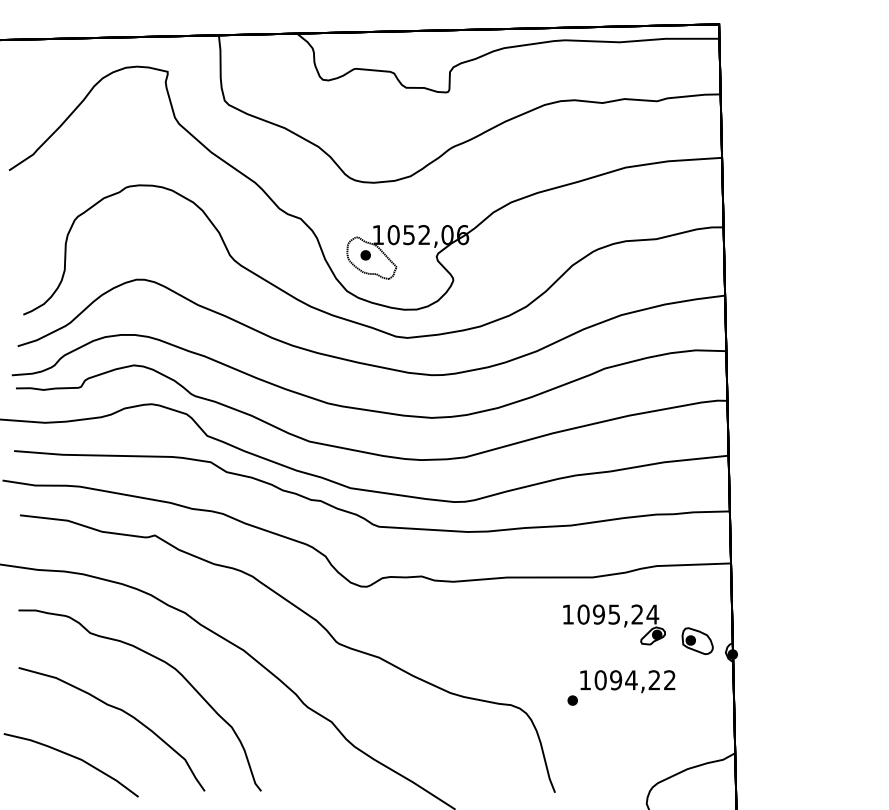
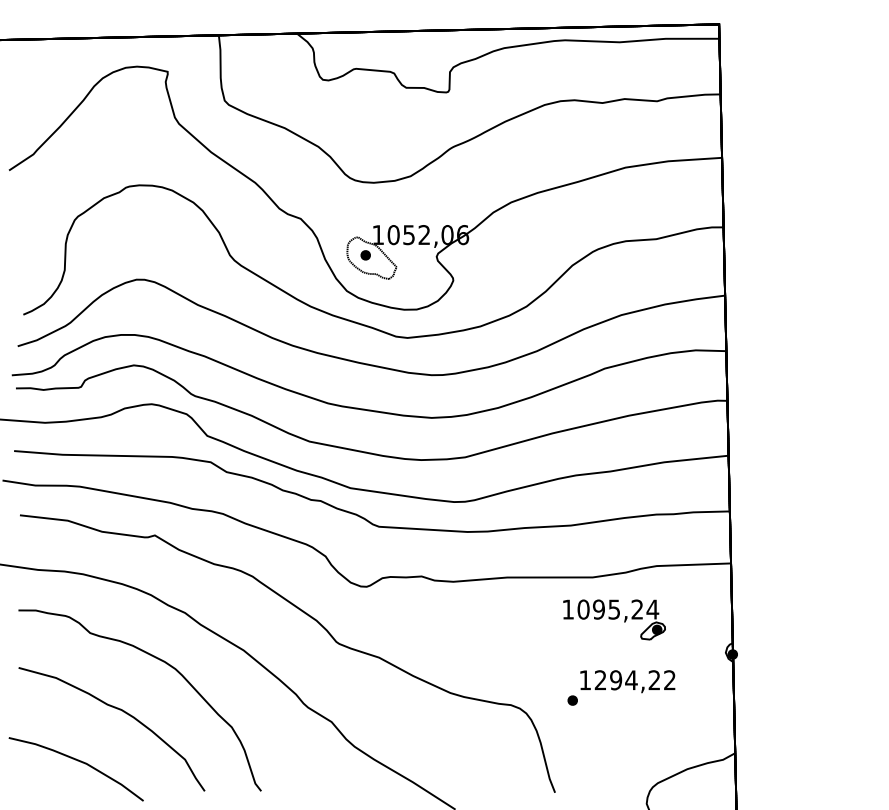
part at (614, 624) position: (614, 624) -> (614, 619)
part at (697, 641): present -> none
text at (600, 680): 1094,22 -> 1294,22
curve at (72, 757) position: (72, 757) -> (77, 761)
